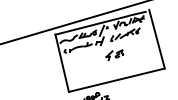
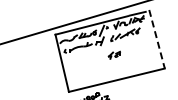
line at (157, 39): solid -> dashed
part at (114, 55) size: 19x13 px -> 14x10 px
